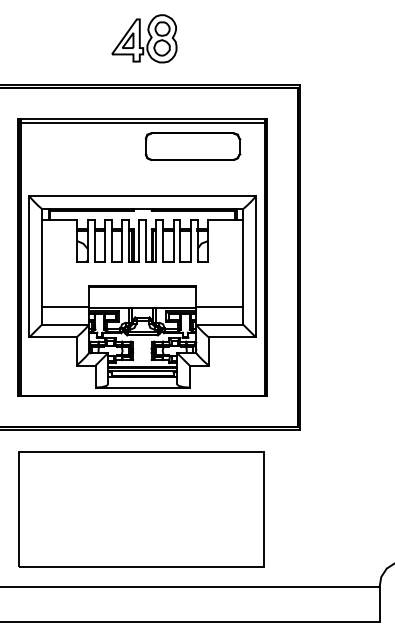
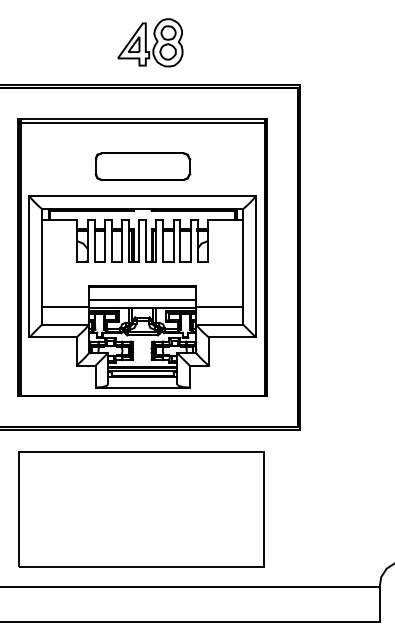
part at (144, 38) position: (144, 38) -> (150, 42)
part at (192, 146) position: (192, 146) -> (142, 166)
line at (142, 299): none -> present
